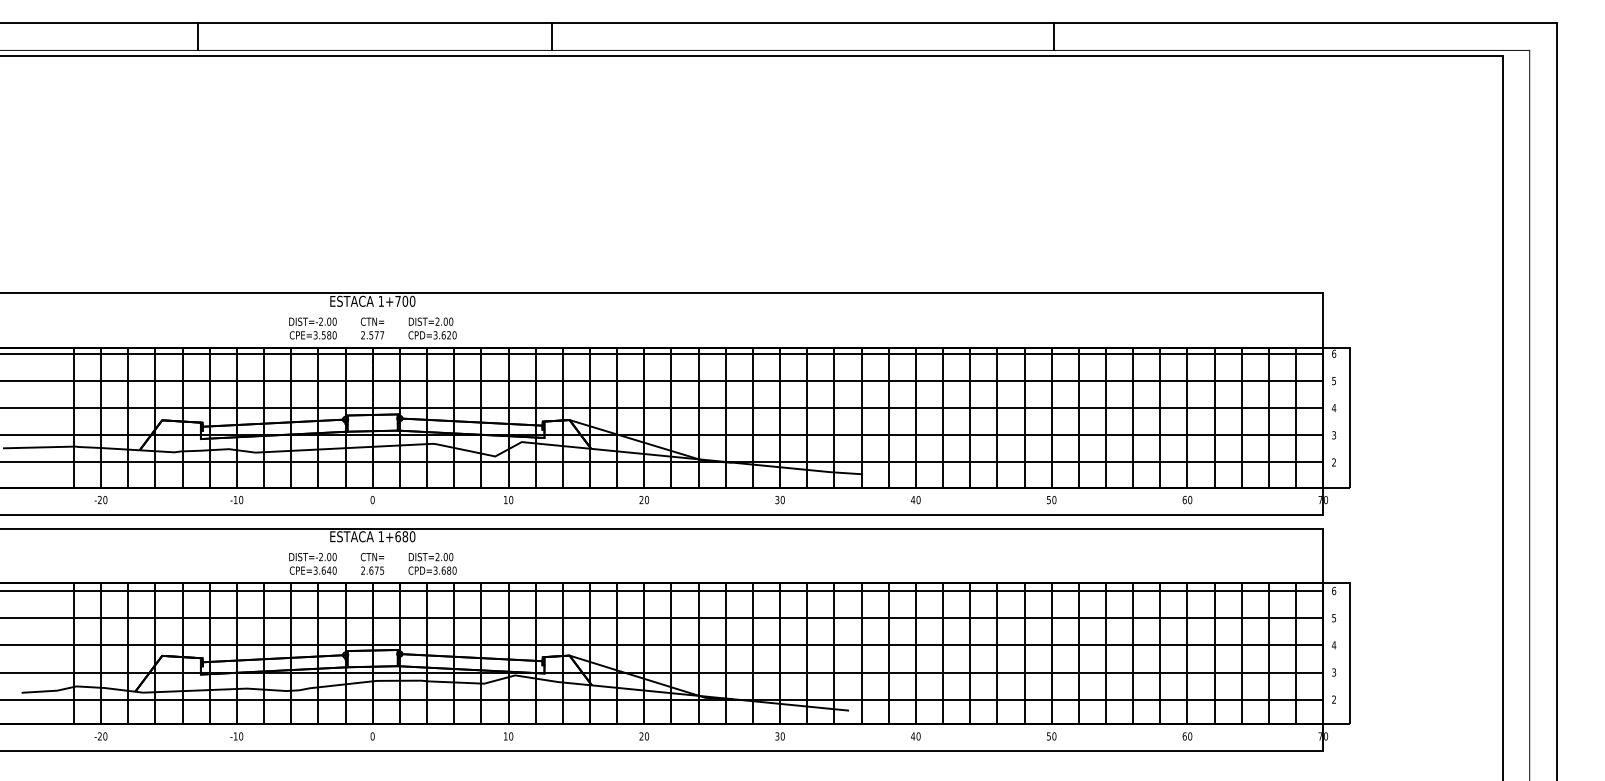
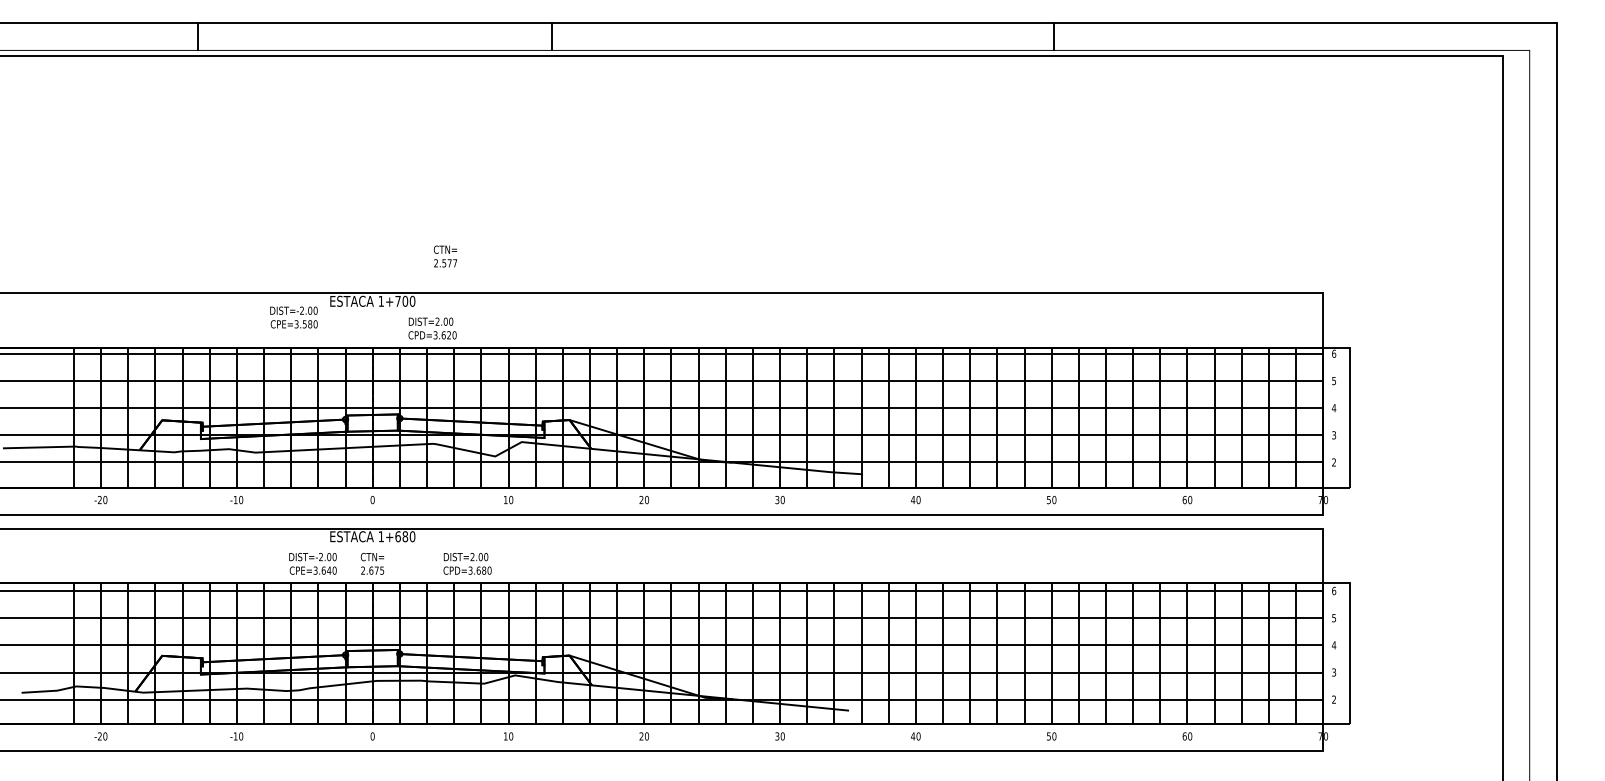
text at (312, 328) position: (312, 328) -> (293, 317)
text at (372, 328) position: (372, 328) -> (445, 256)
text at (432, 563) position: (432, 563) -> (467, 563)
